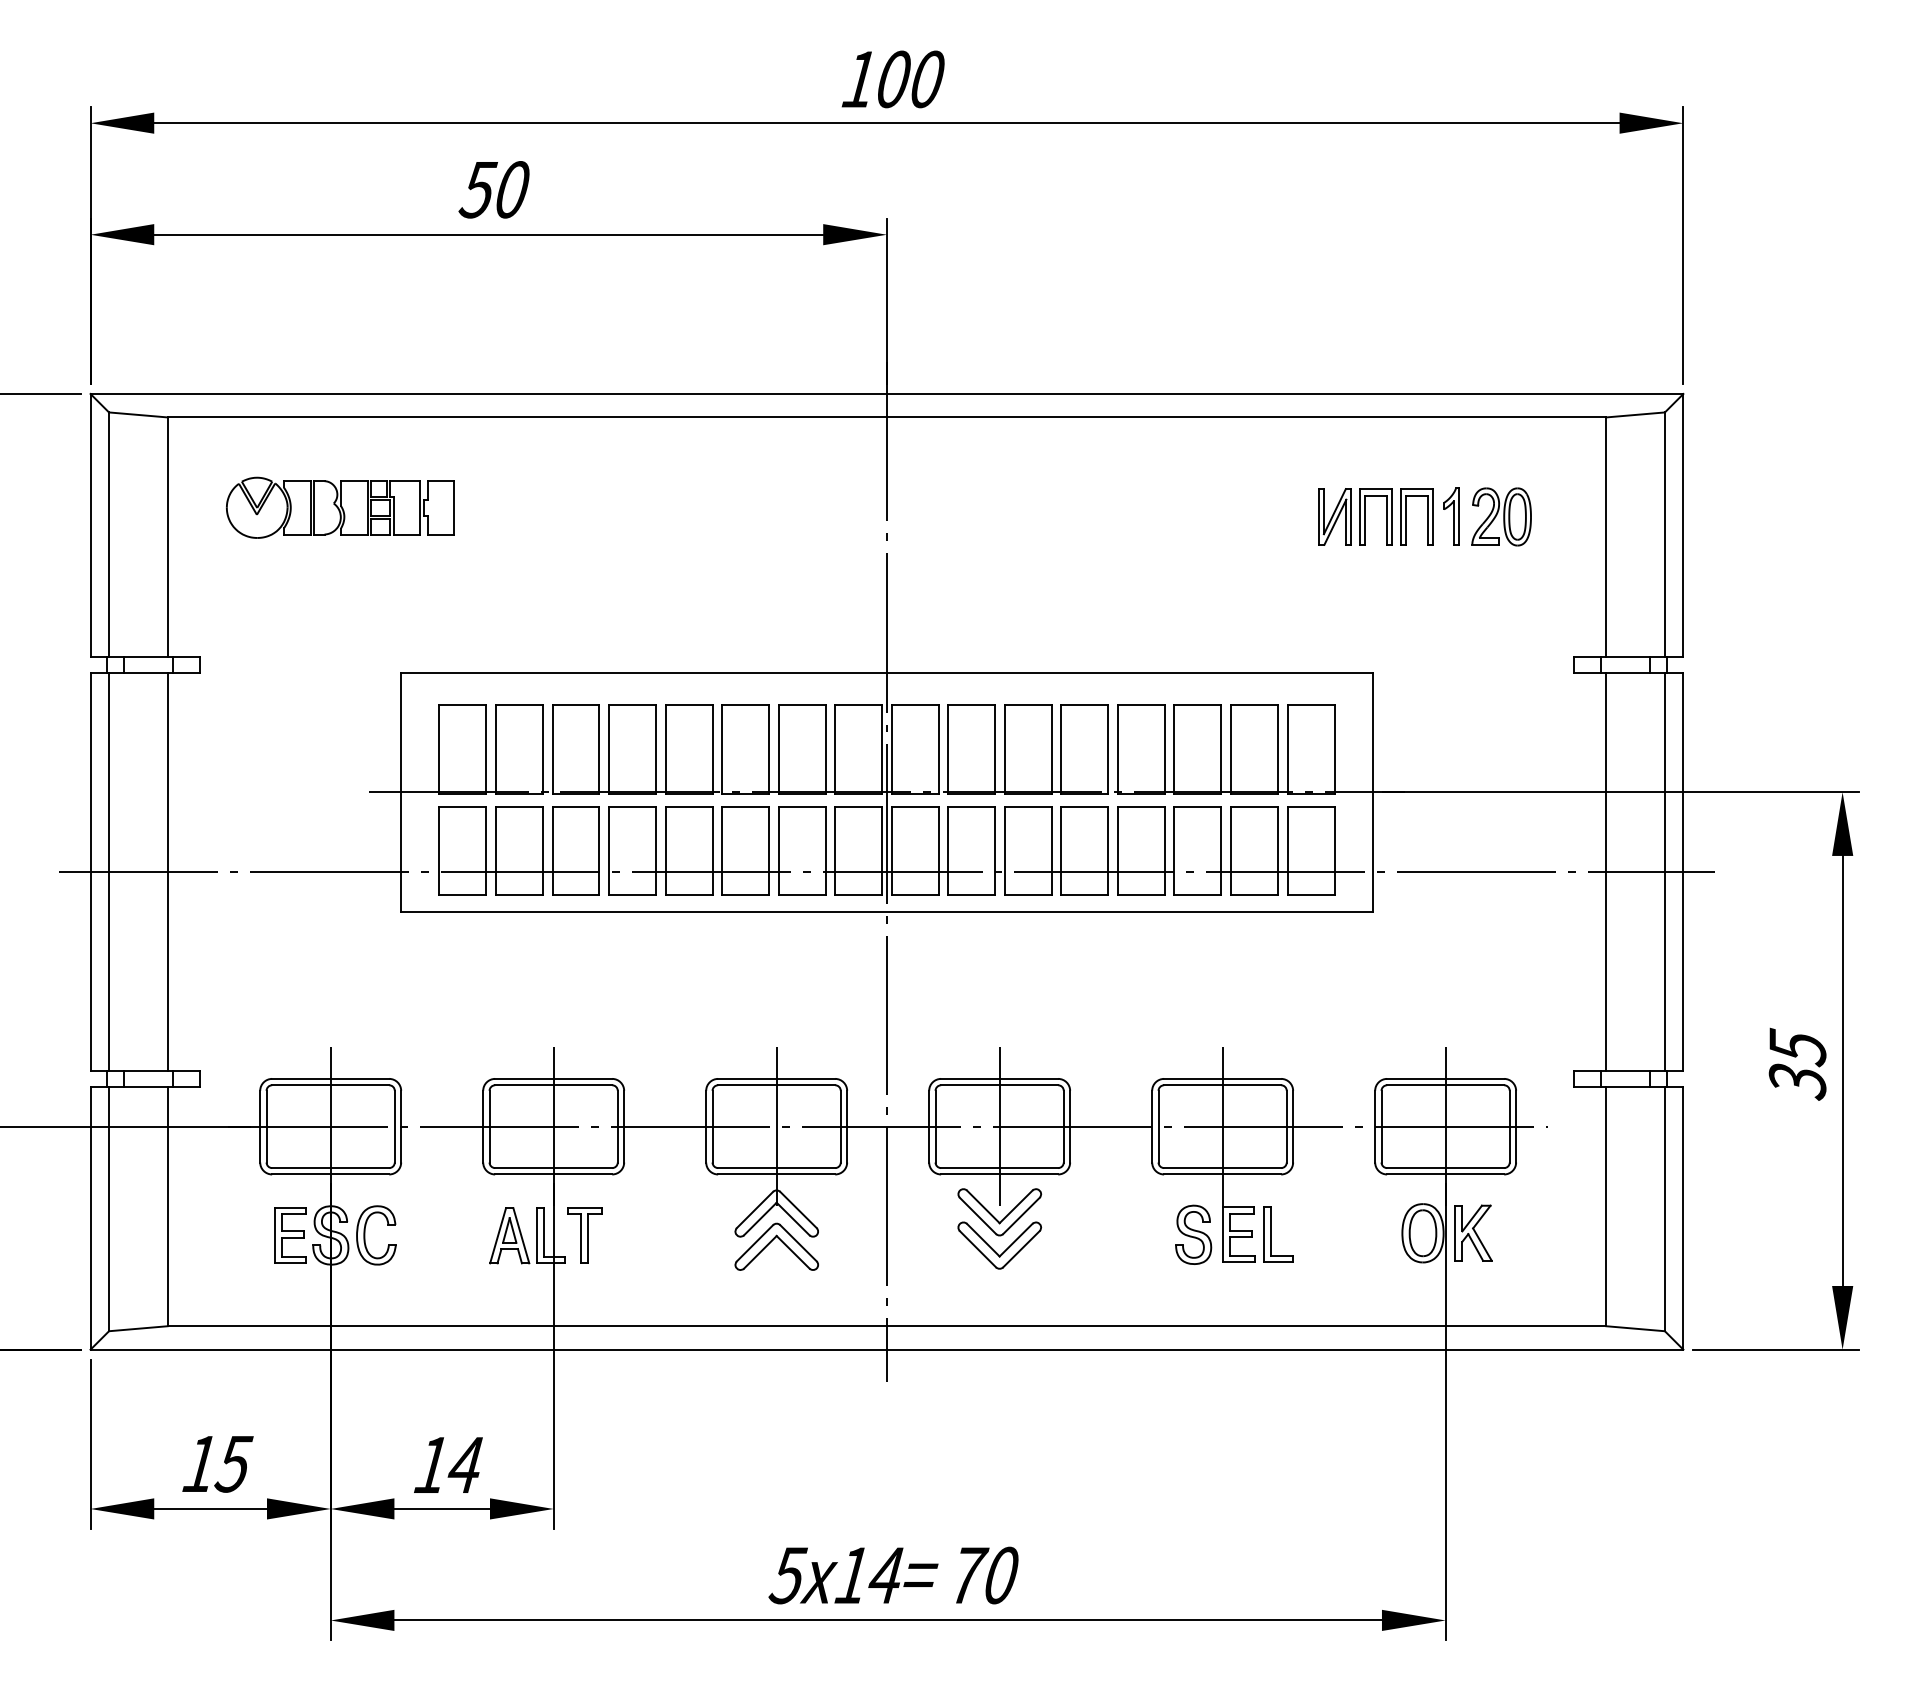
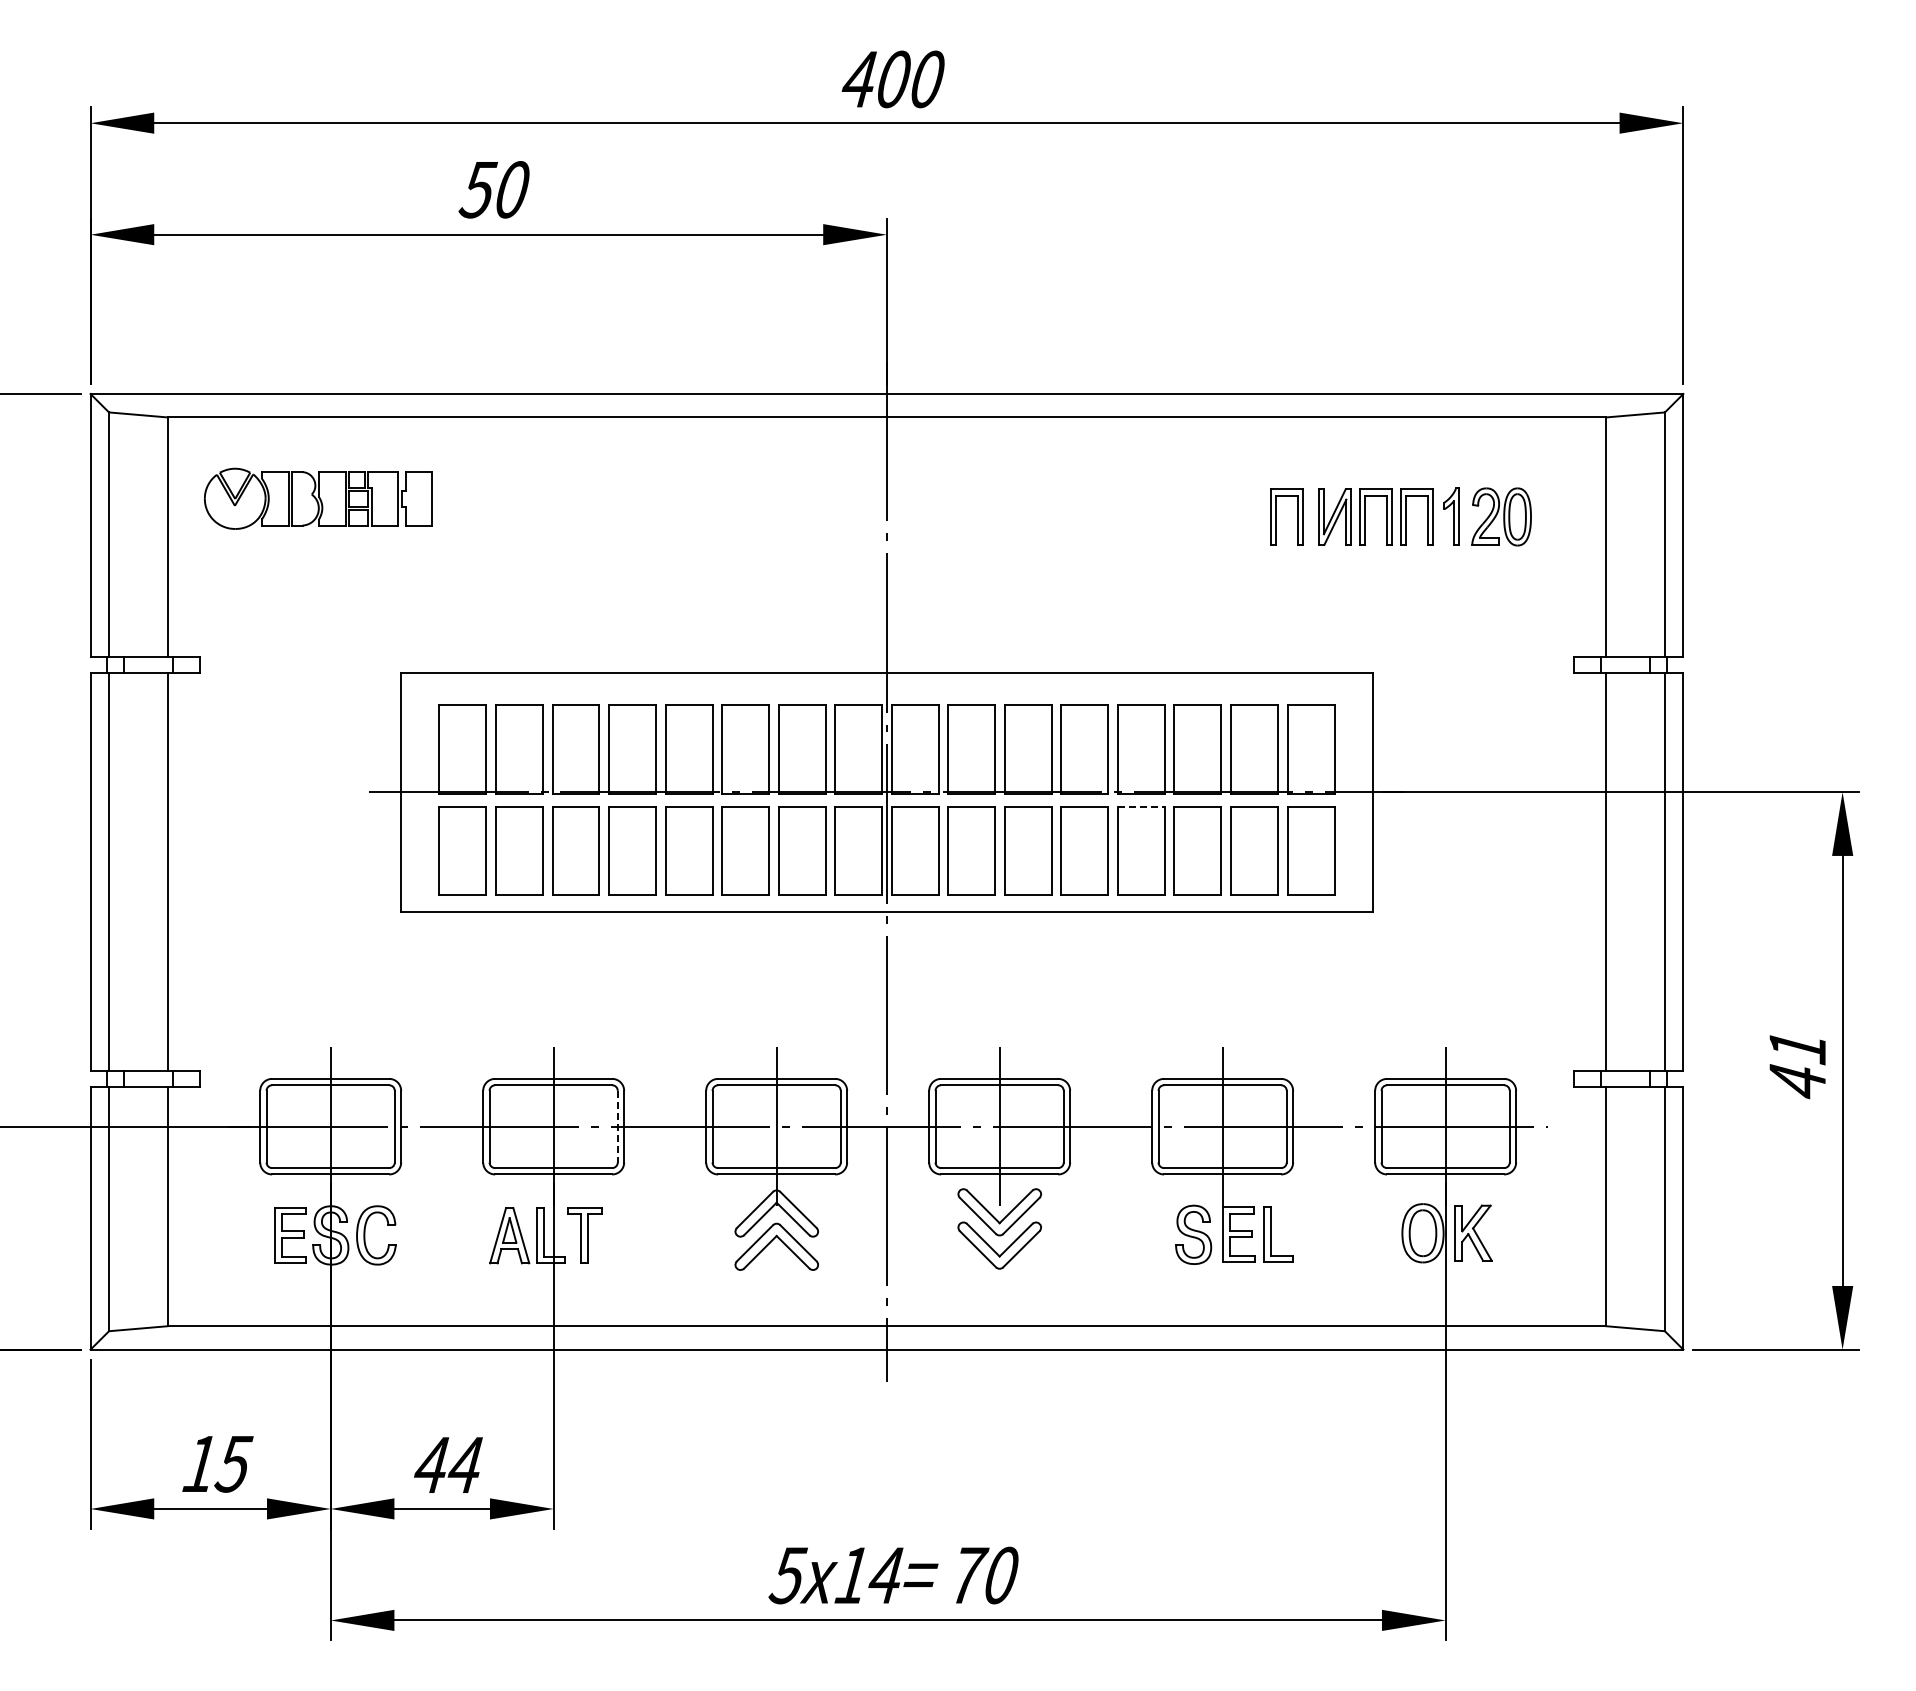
text at (858, 79): 100 -> 400
part at (340, 507) position: (340, 507) -> (318, 498)
part at (1276, 516): none -> present
line at (1141, 806): solid -> dashed
line at (886, 871): present -> none
text at (1797, 1063): 35 -> 41
line at (617, 1126): solid -> dashed
text at (431, 1464): 14 -> 44
